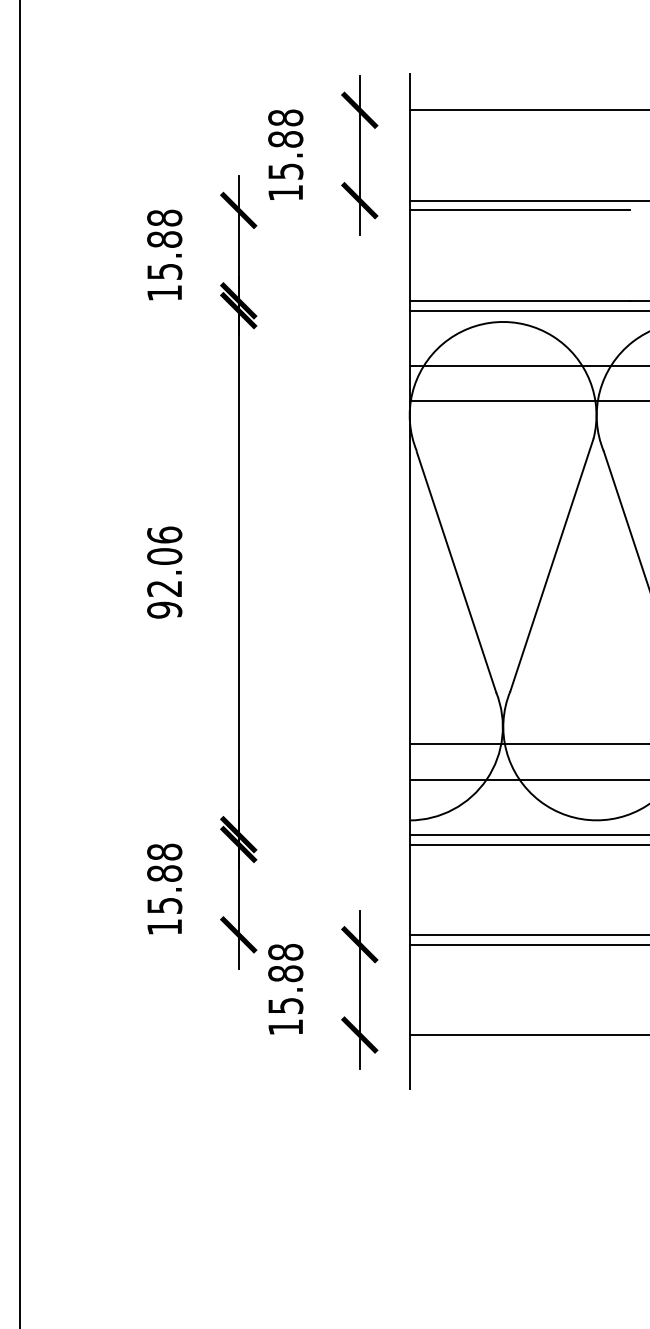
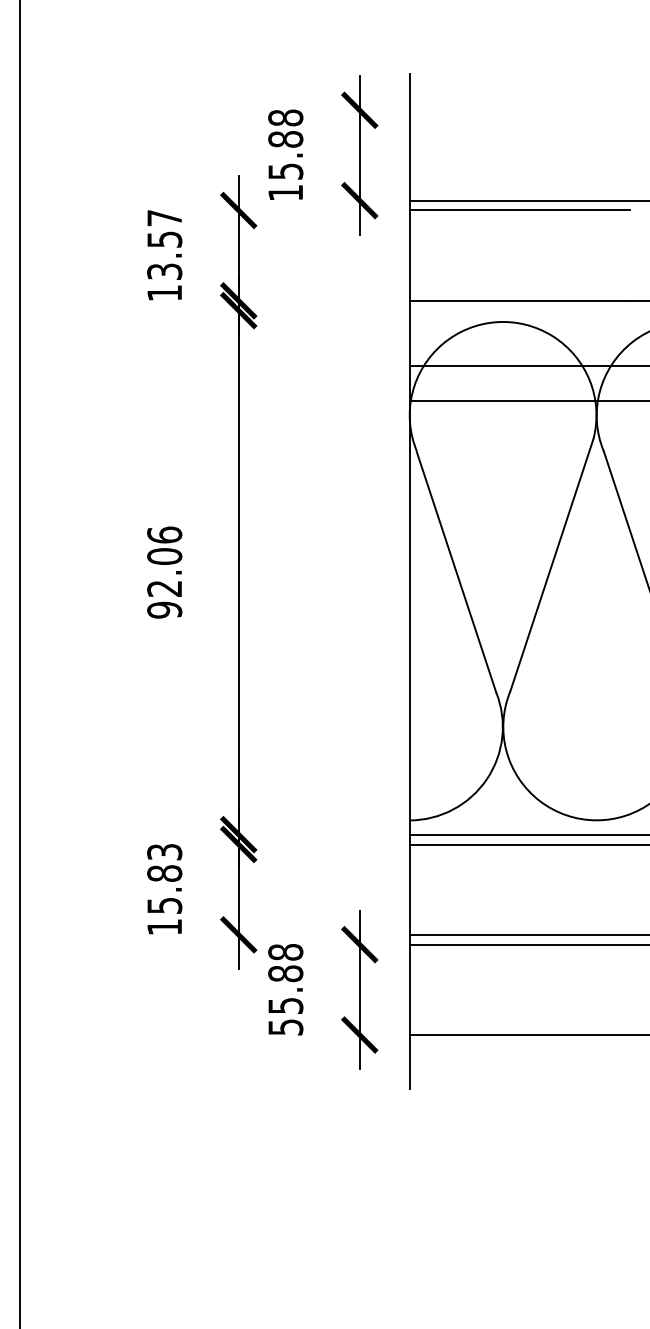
line at (527, 110): present -> none
text at (164, 244): 15.88 -> 13.57
line at (527, 310): present -> none
line at (527, 744): present -> none
line at (527, 779): present -> none
text at (164, 851): 15.88 -> 15.83
text at (285, 1027): 15.88 -> 55.88
